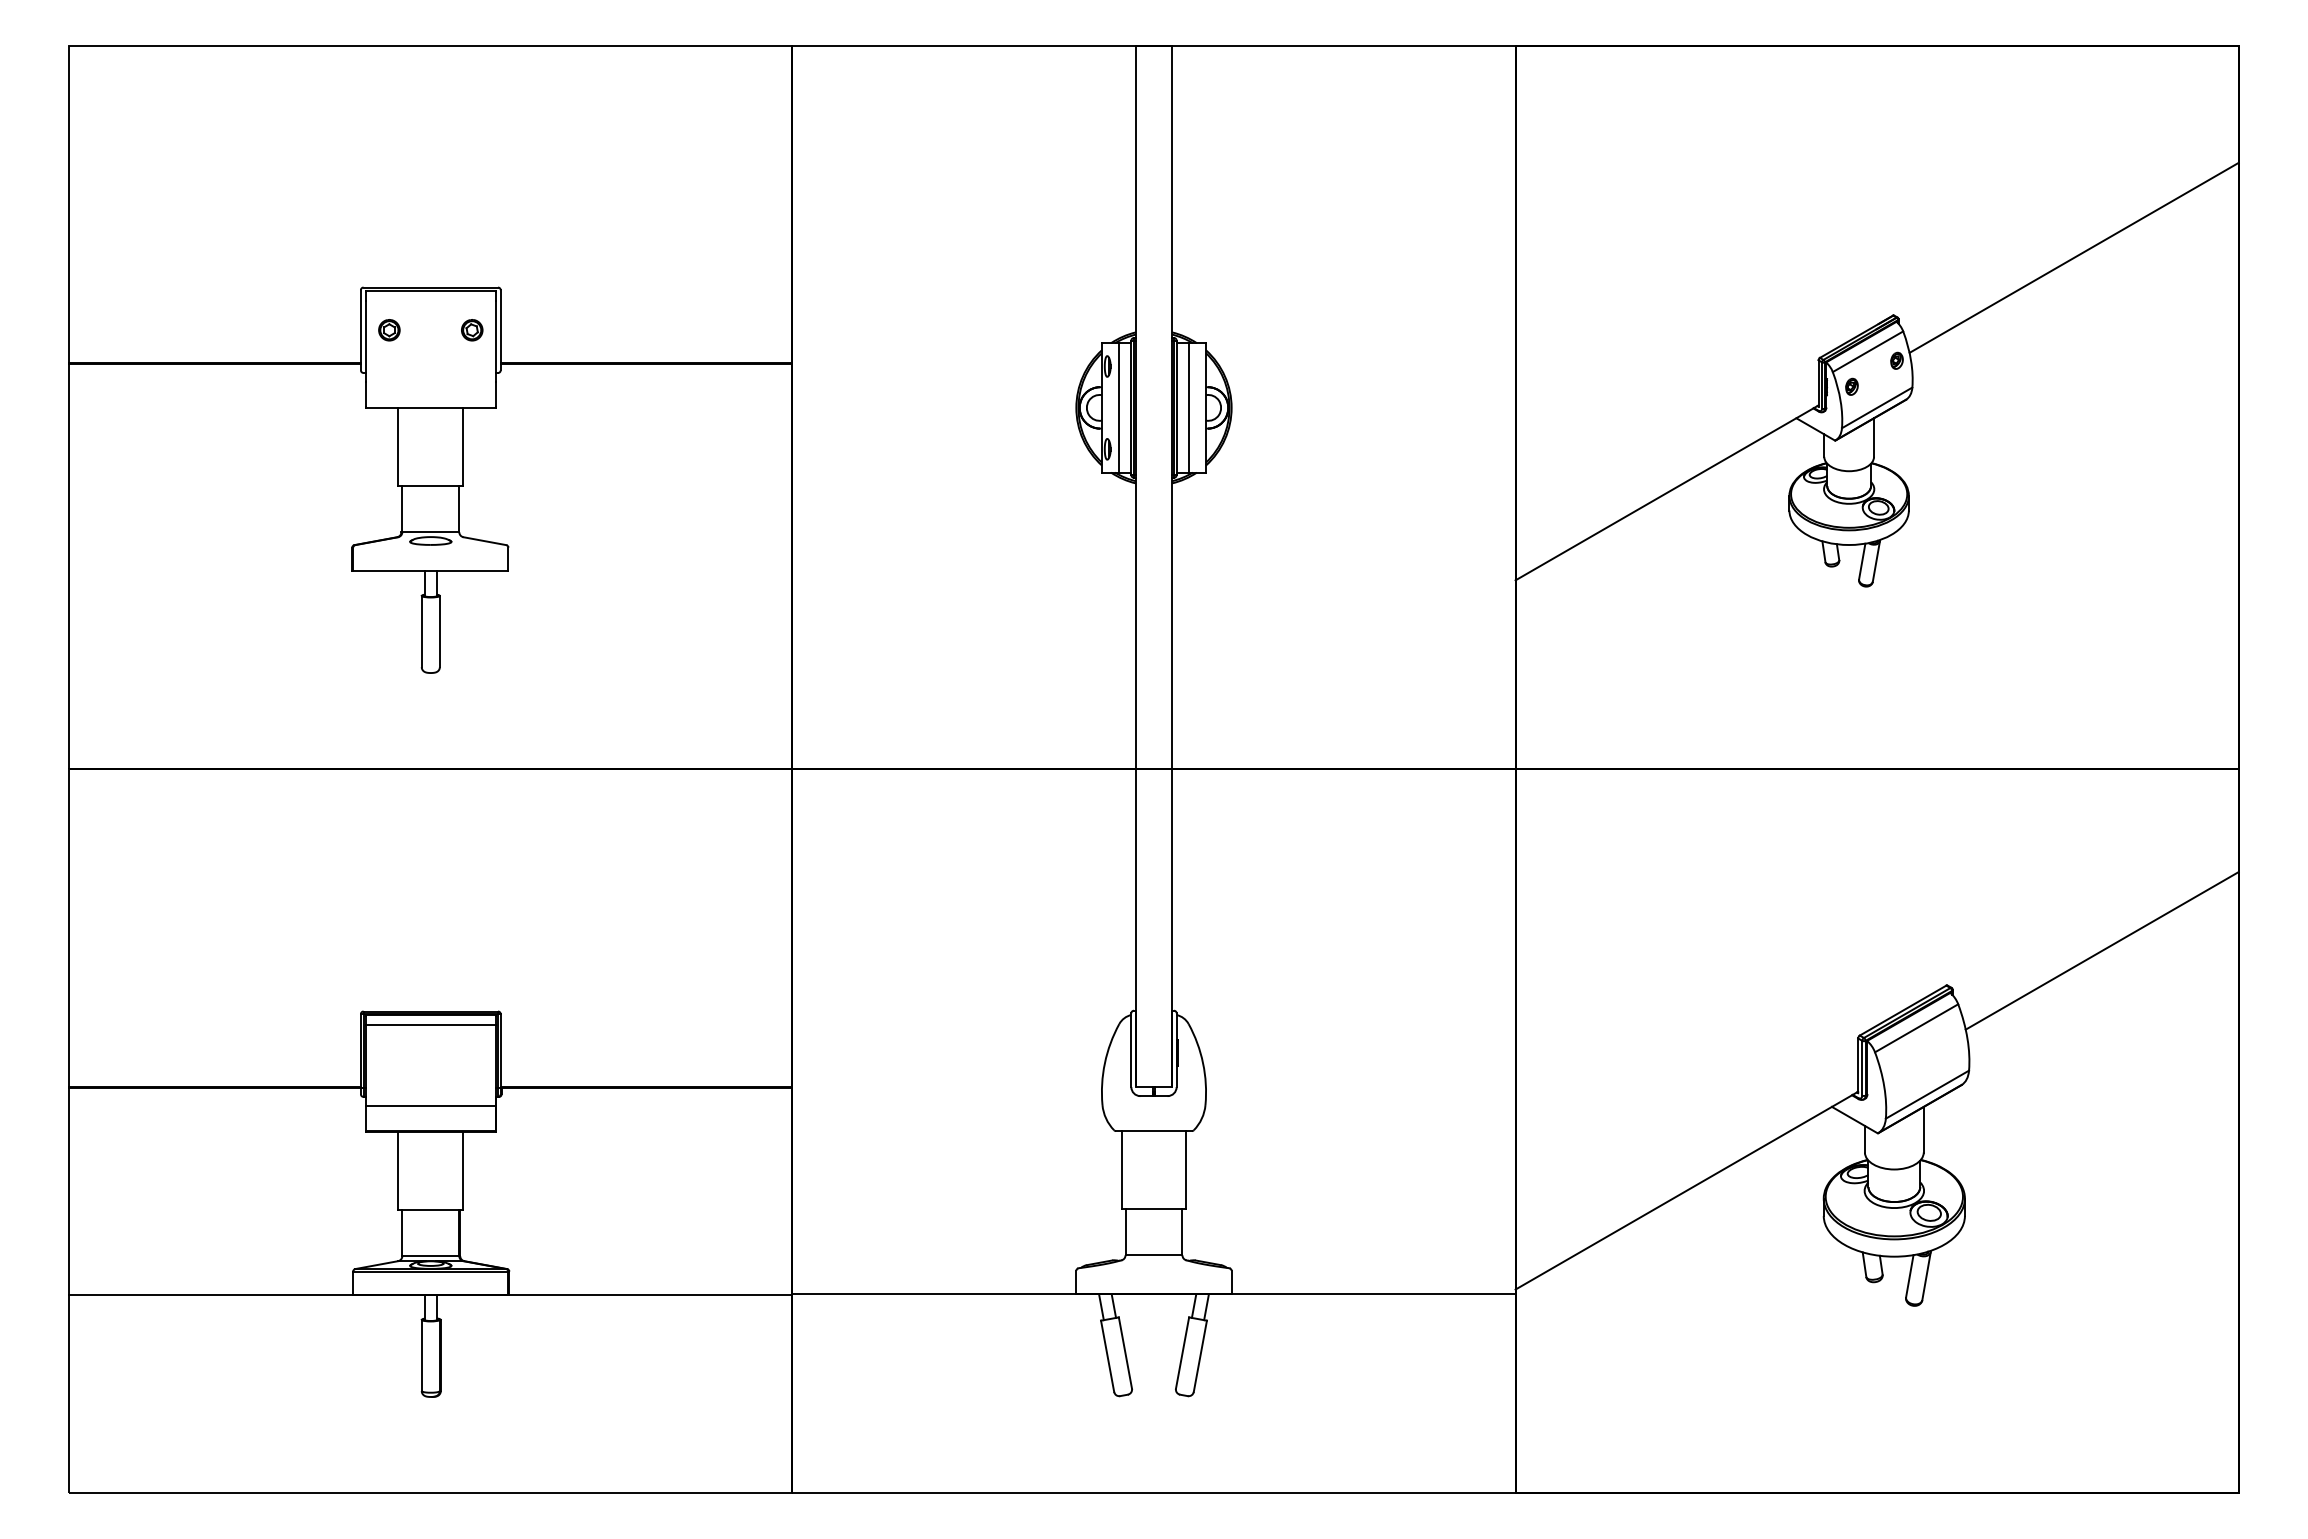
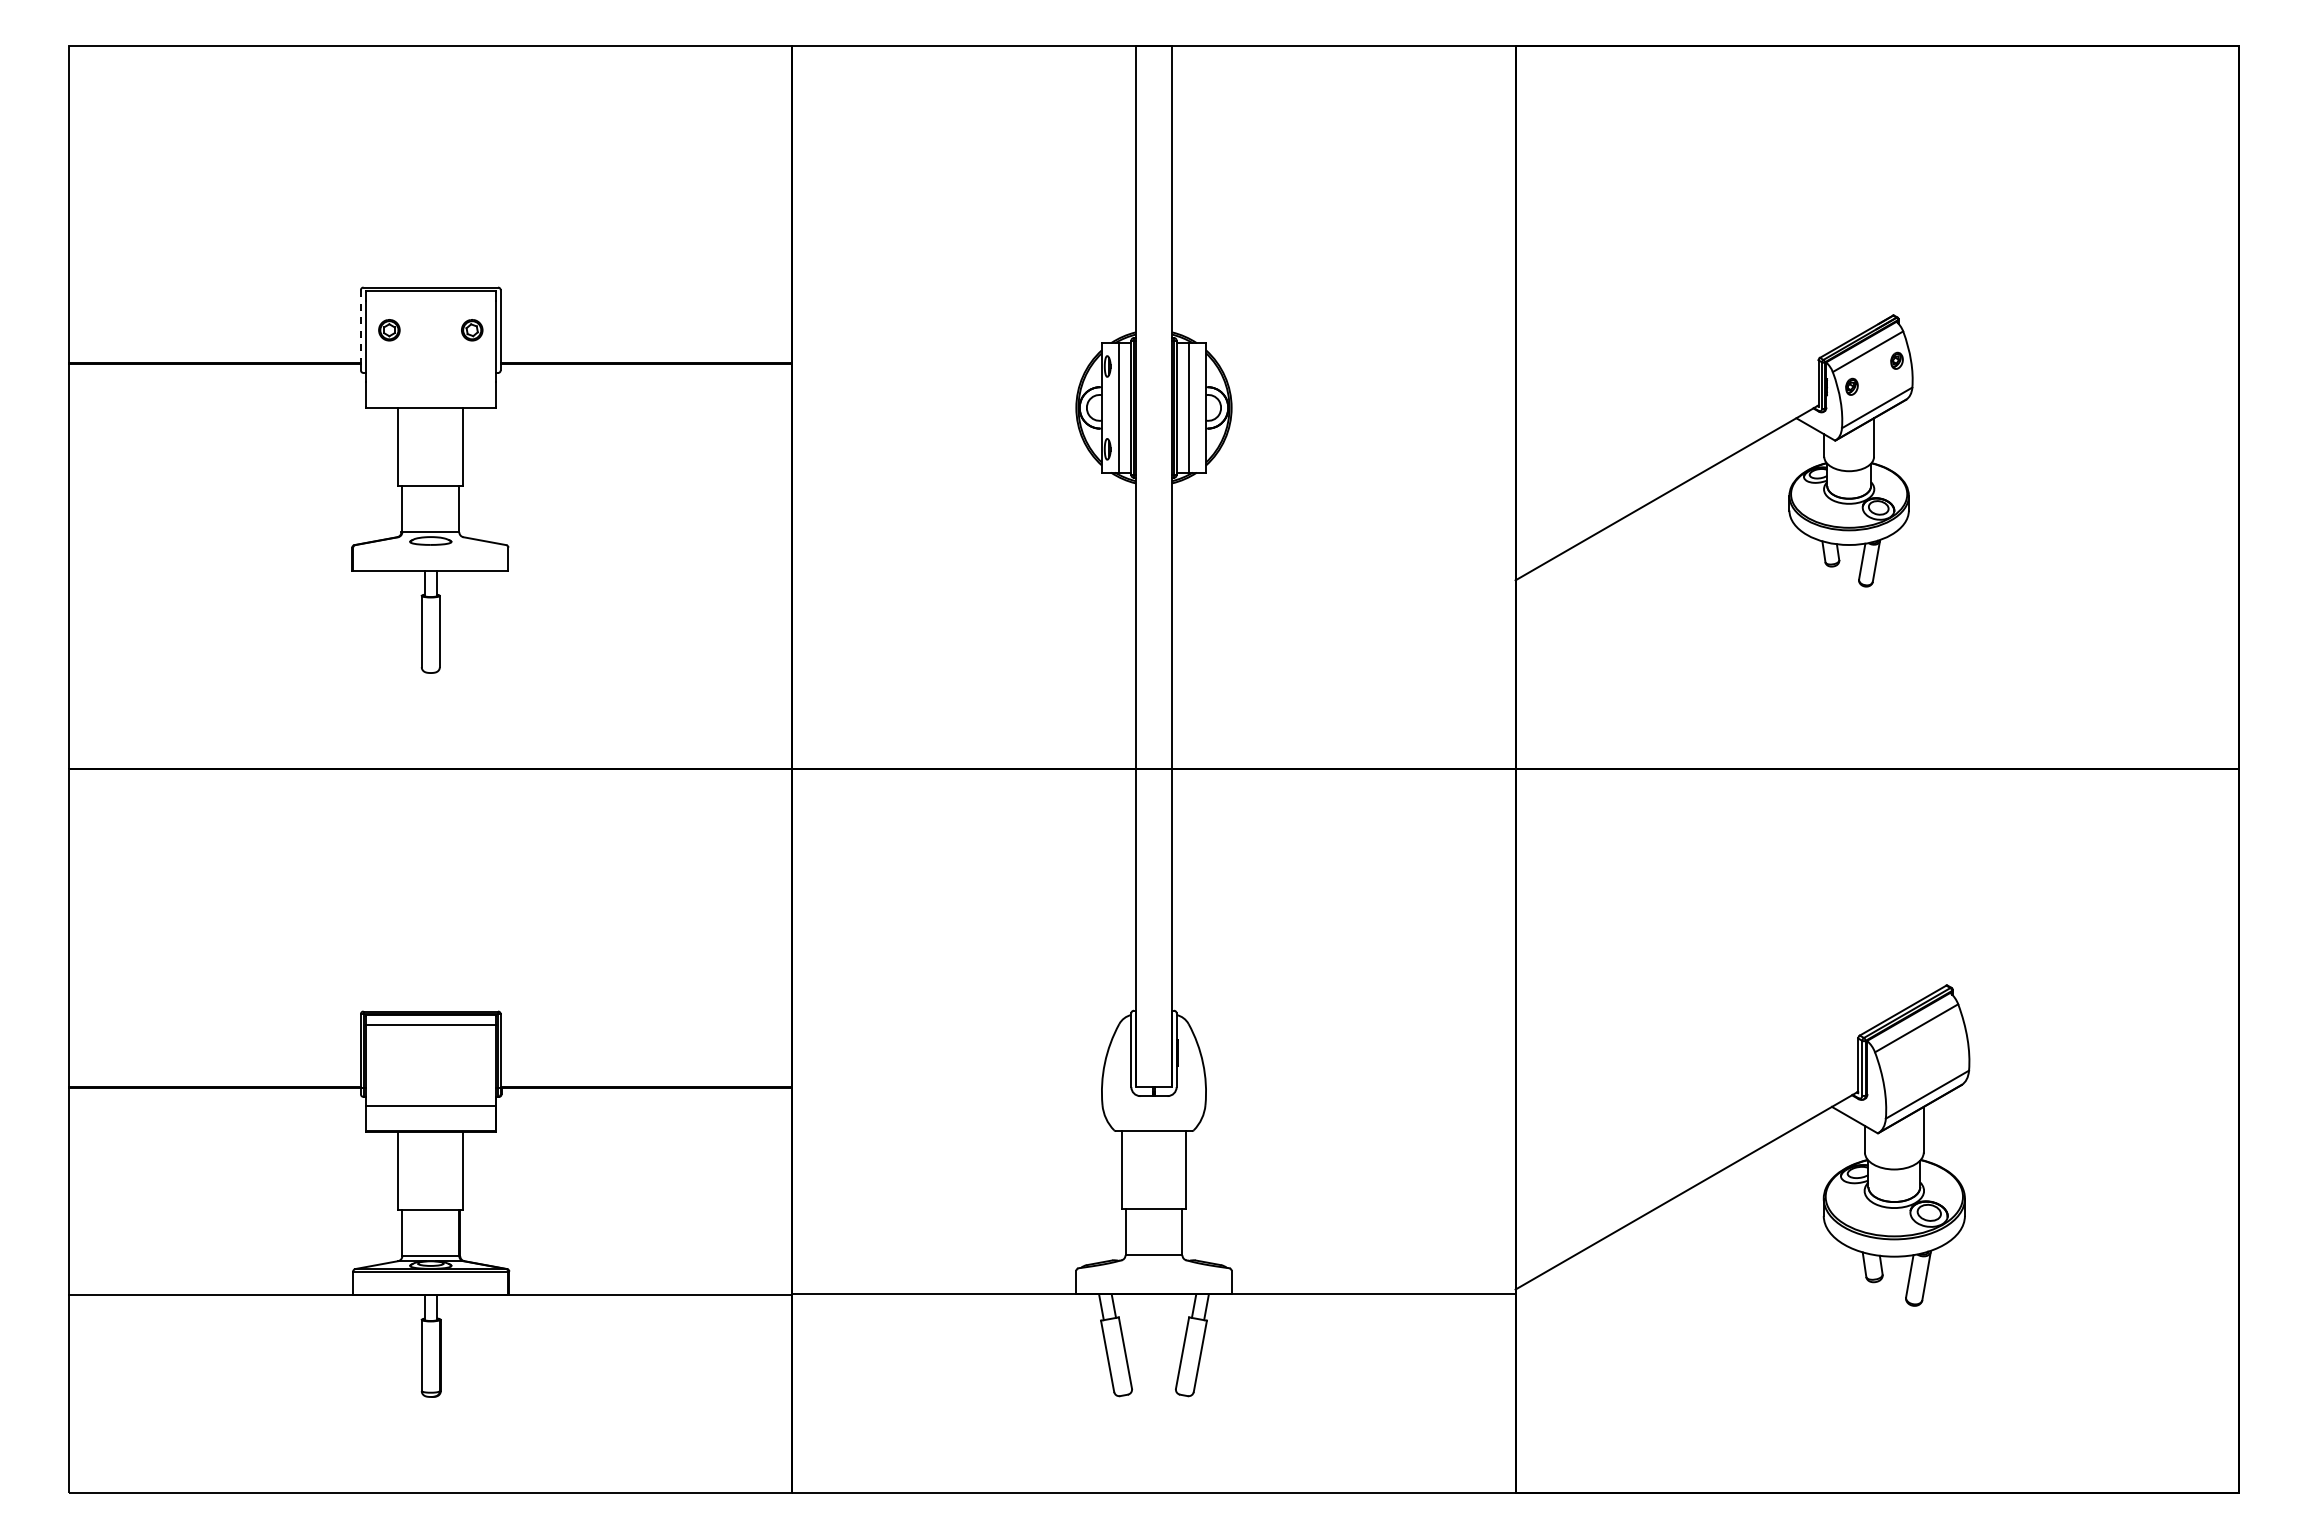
line at (2073, 257): present -> none
line at (360, 327): solid -> dashed
line at (2101, 950): present -> none
